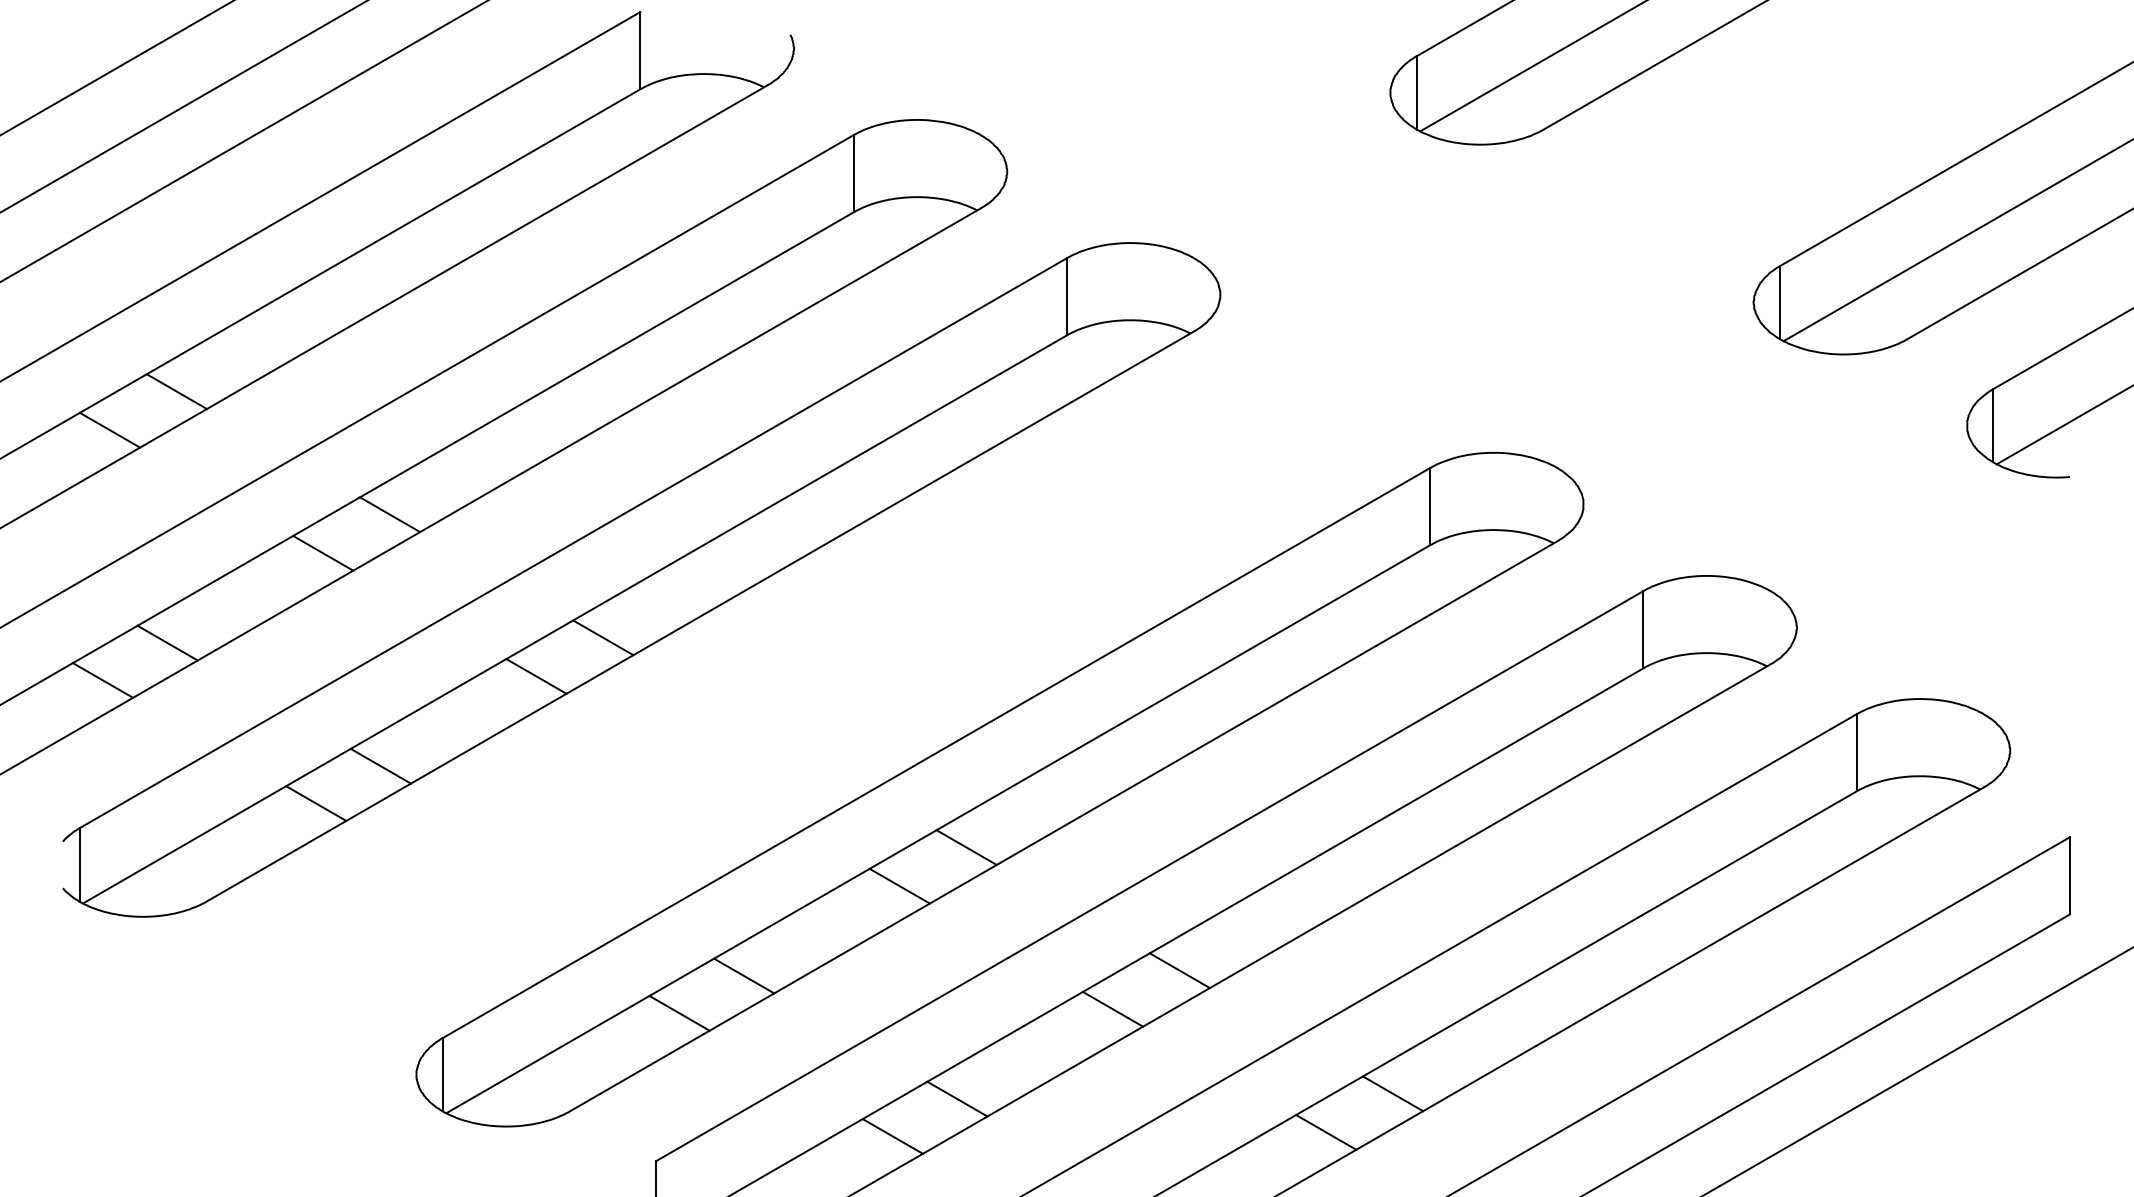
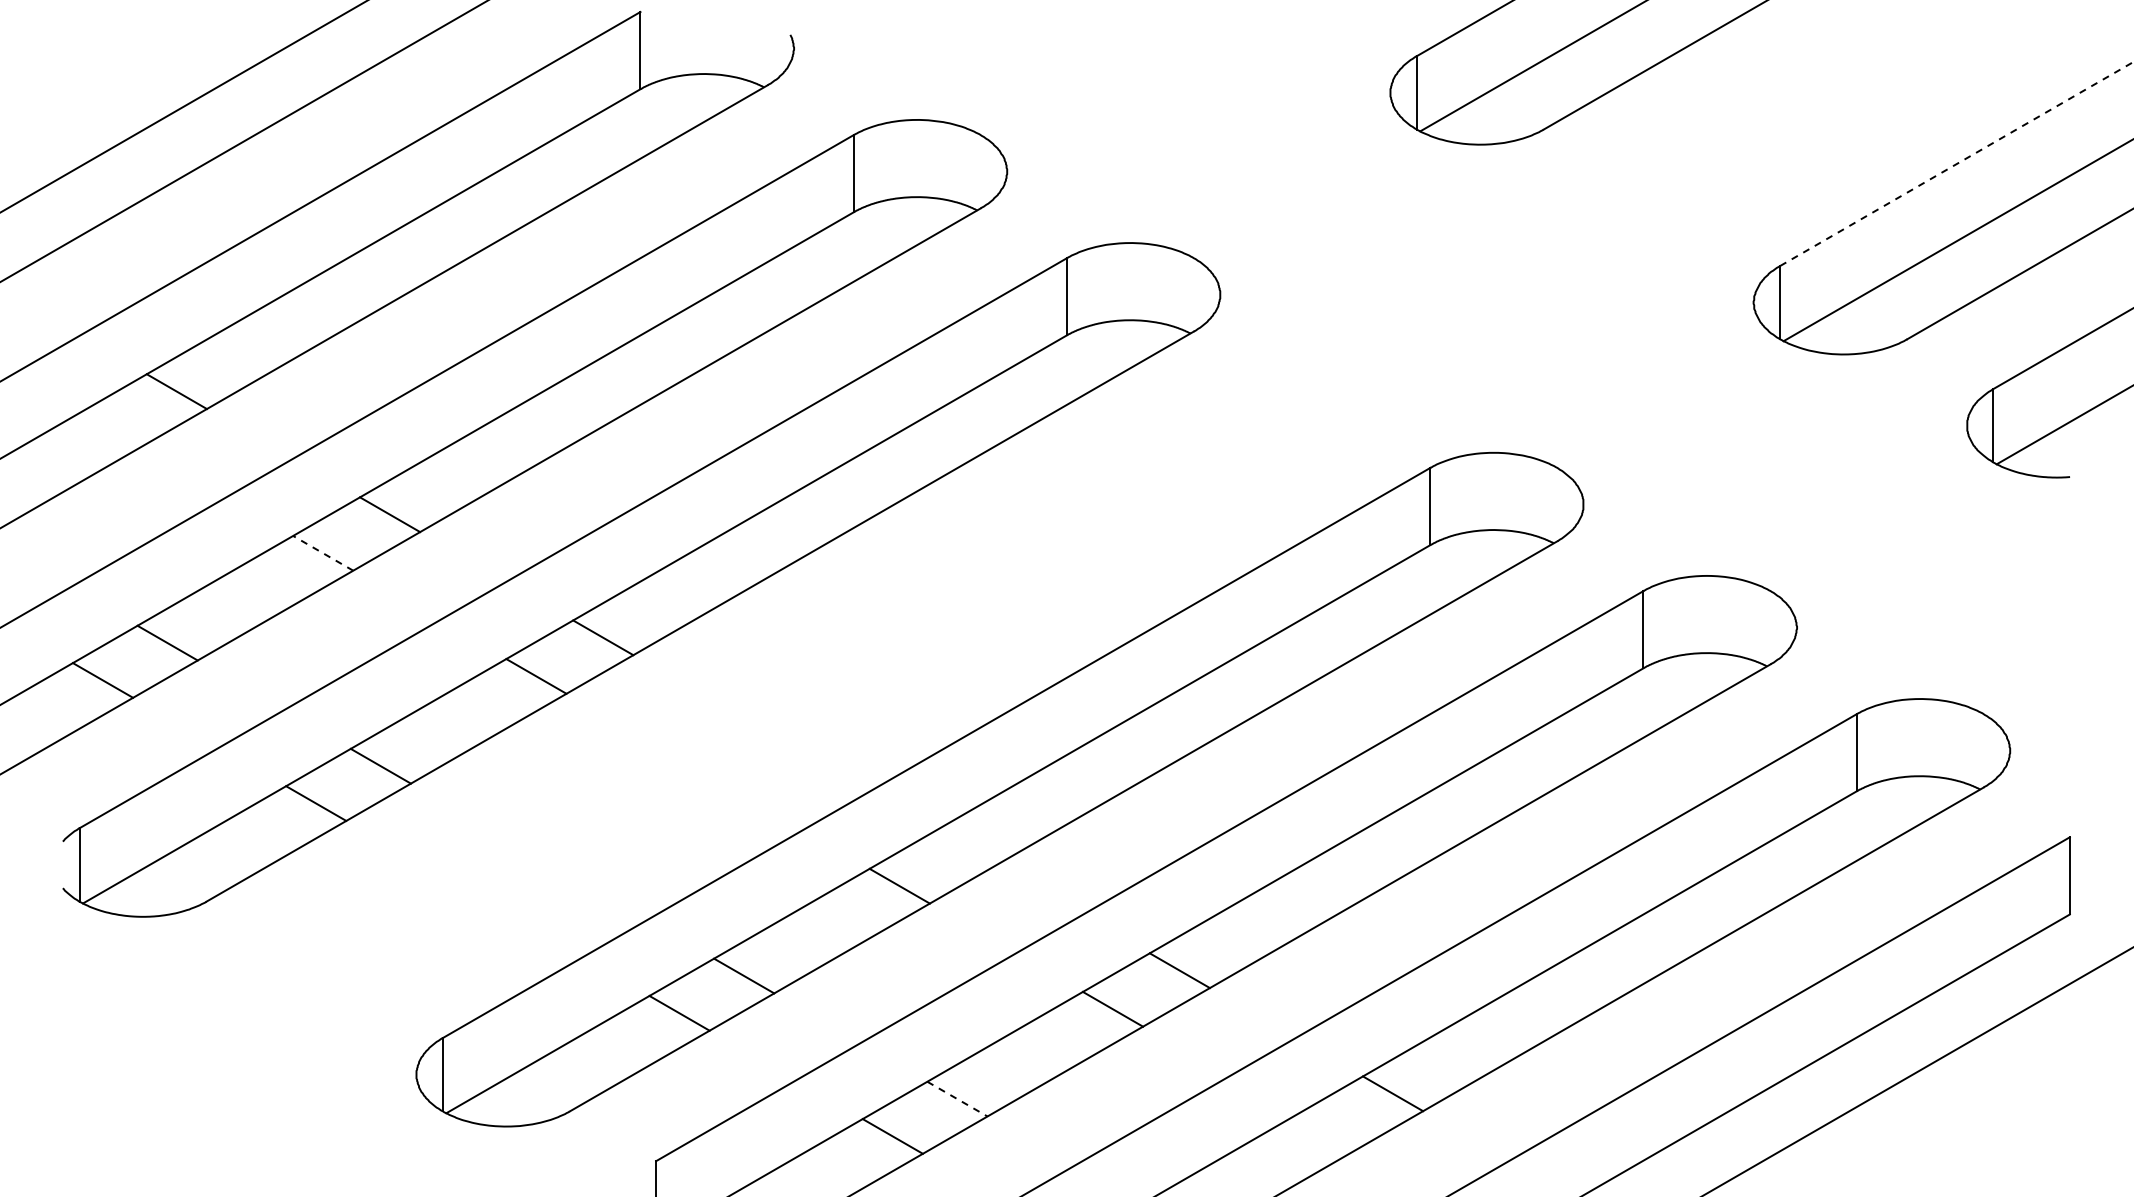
line at (116, 68): present -> none
line at (1956, 164): solid -> dashed
line at (109, 429): present -> none
line at (323, 553): solid -> dashed
line at (966, 847): present -> none
line at (957, 1099): solid -> dashed
line at (1326, 1132): present -> none
